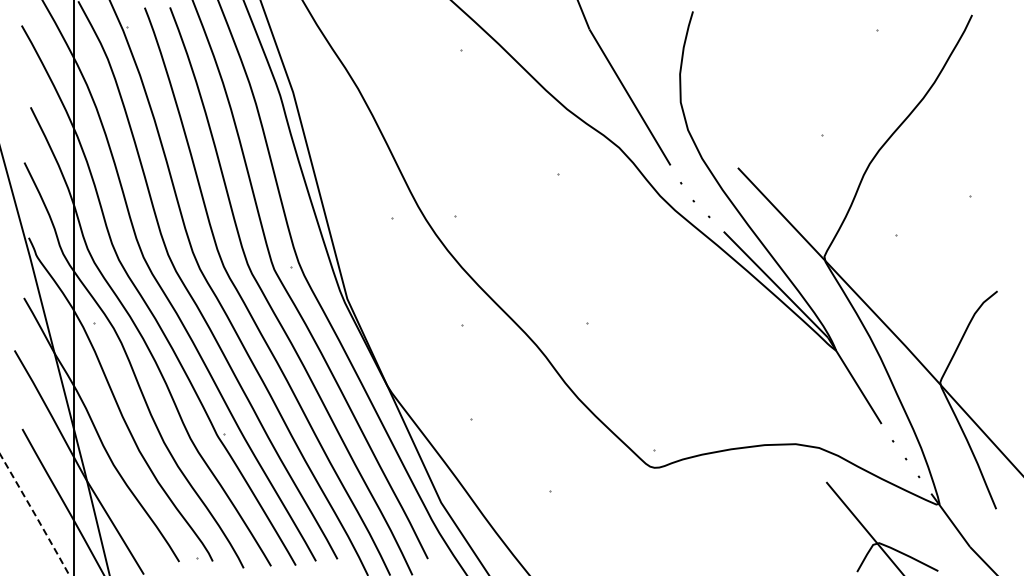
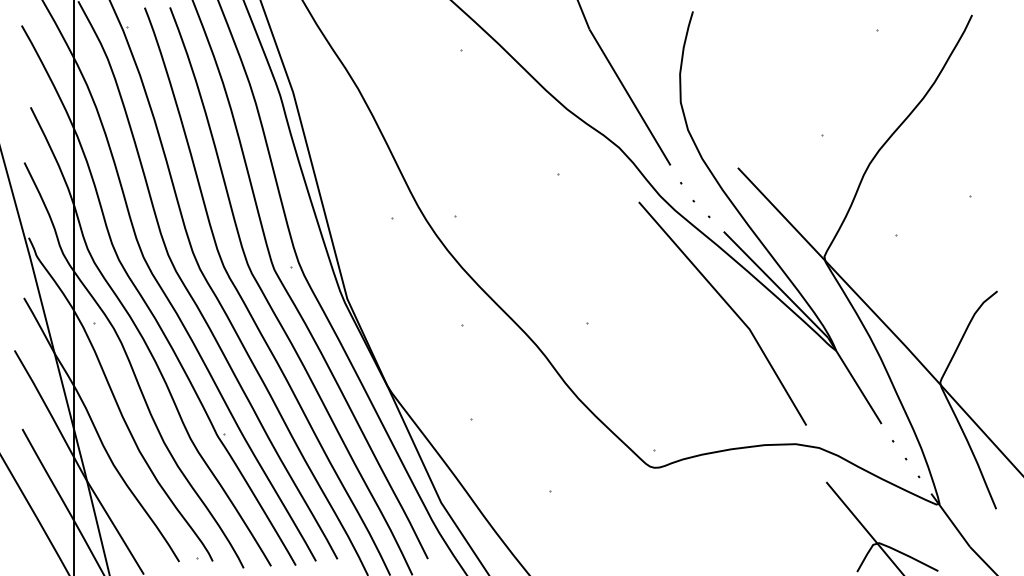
line at (728, 306): none -> present
line at (35, 515): dashed -> solid
